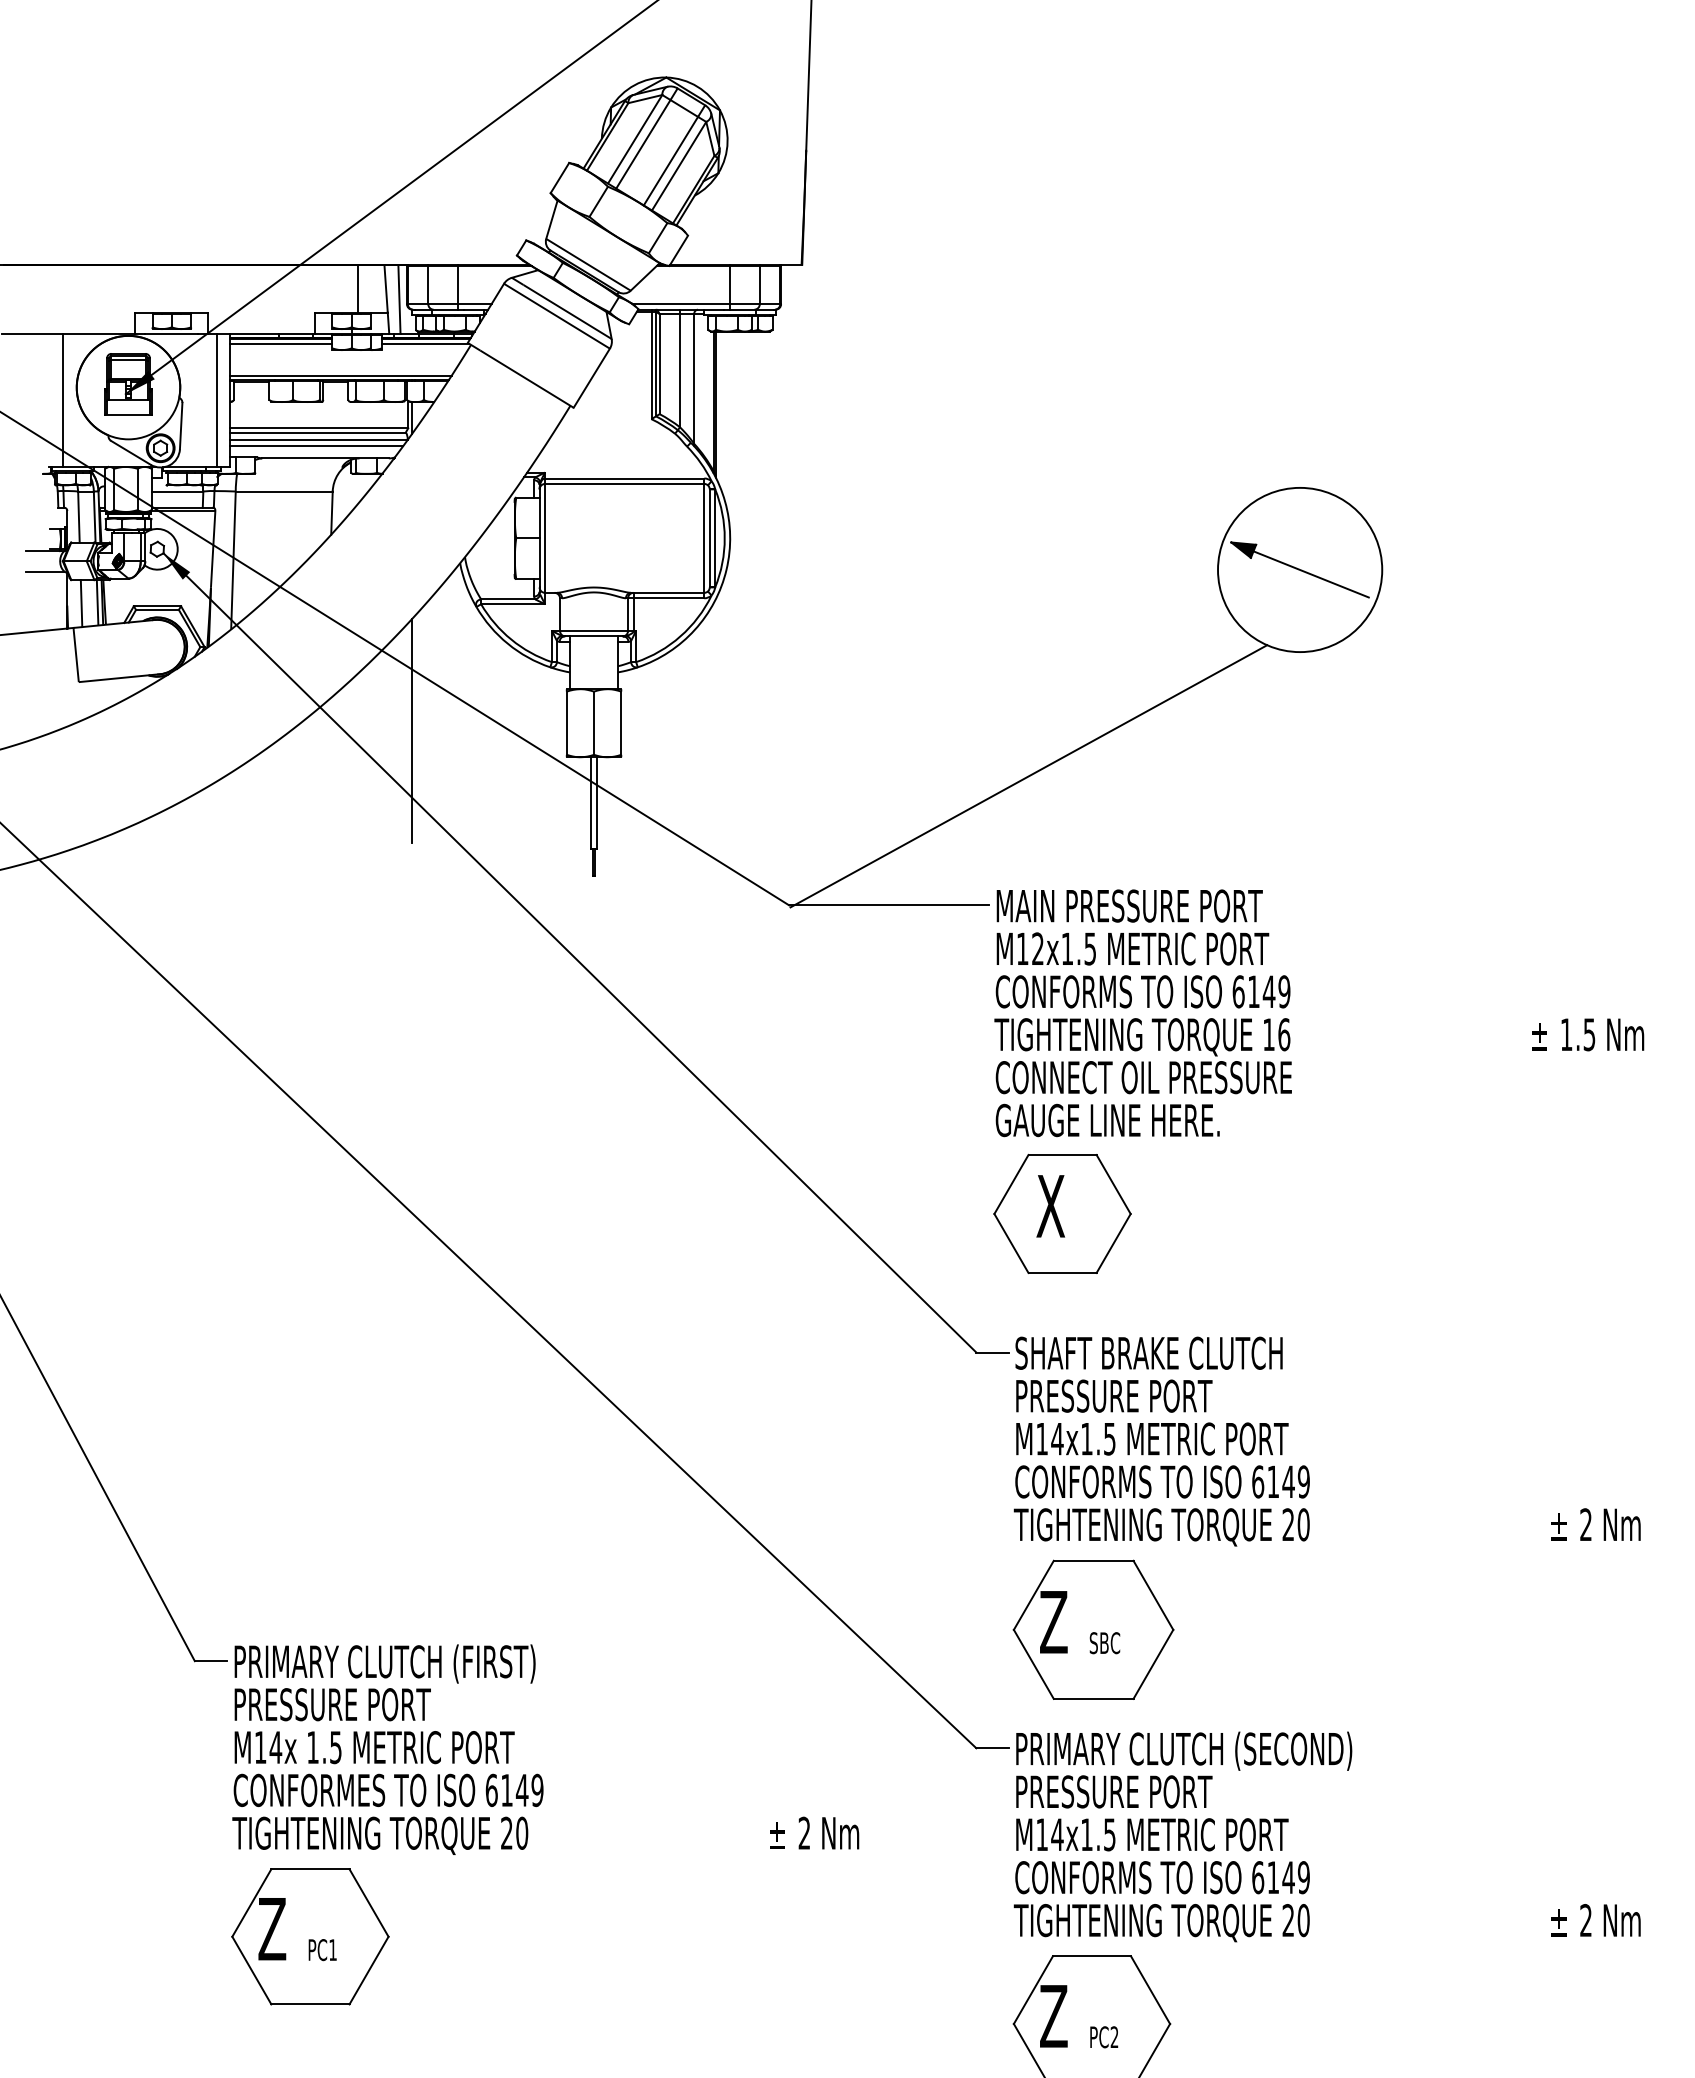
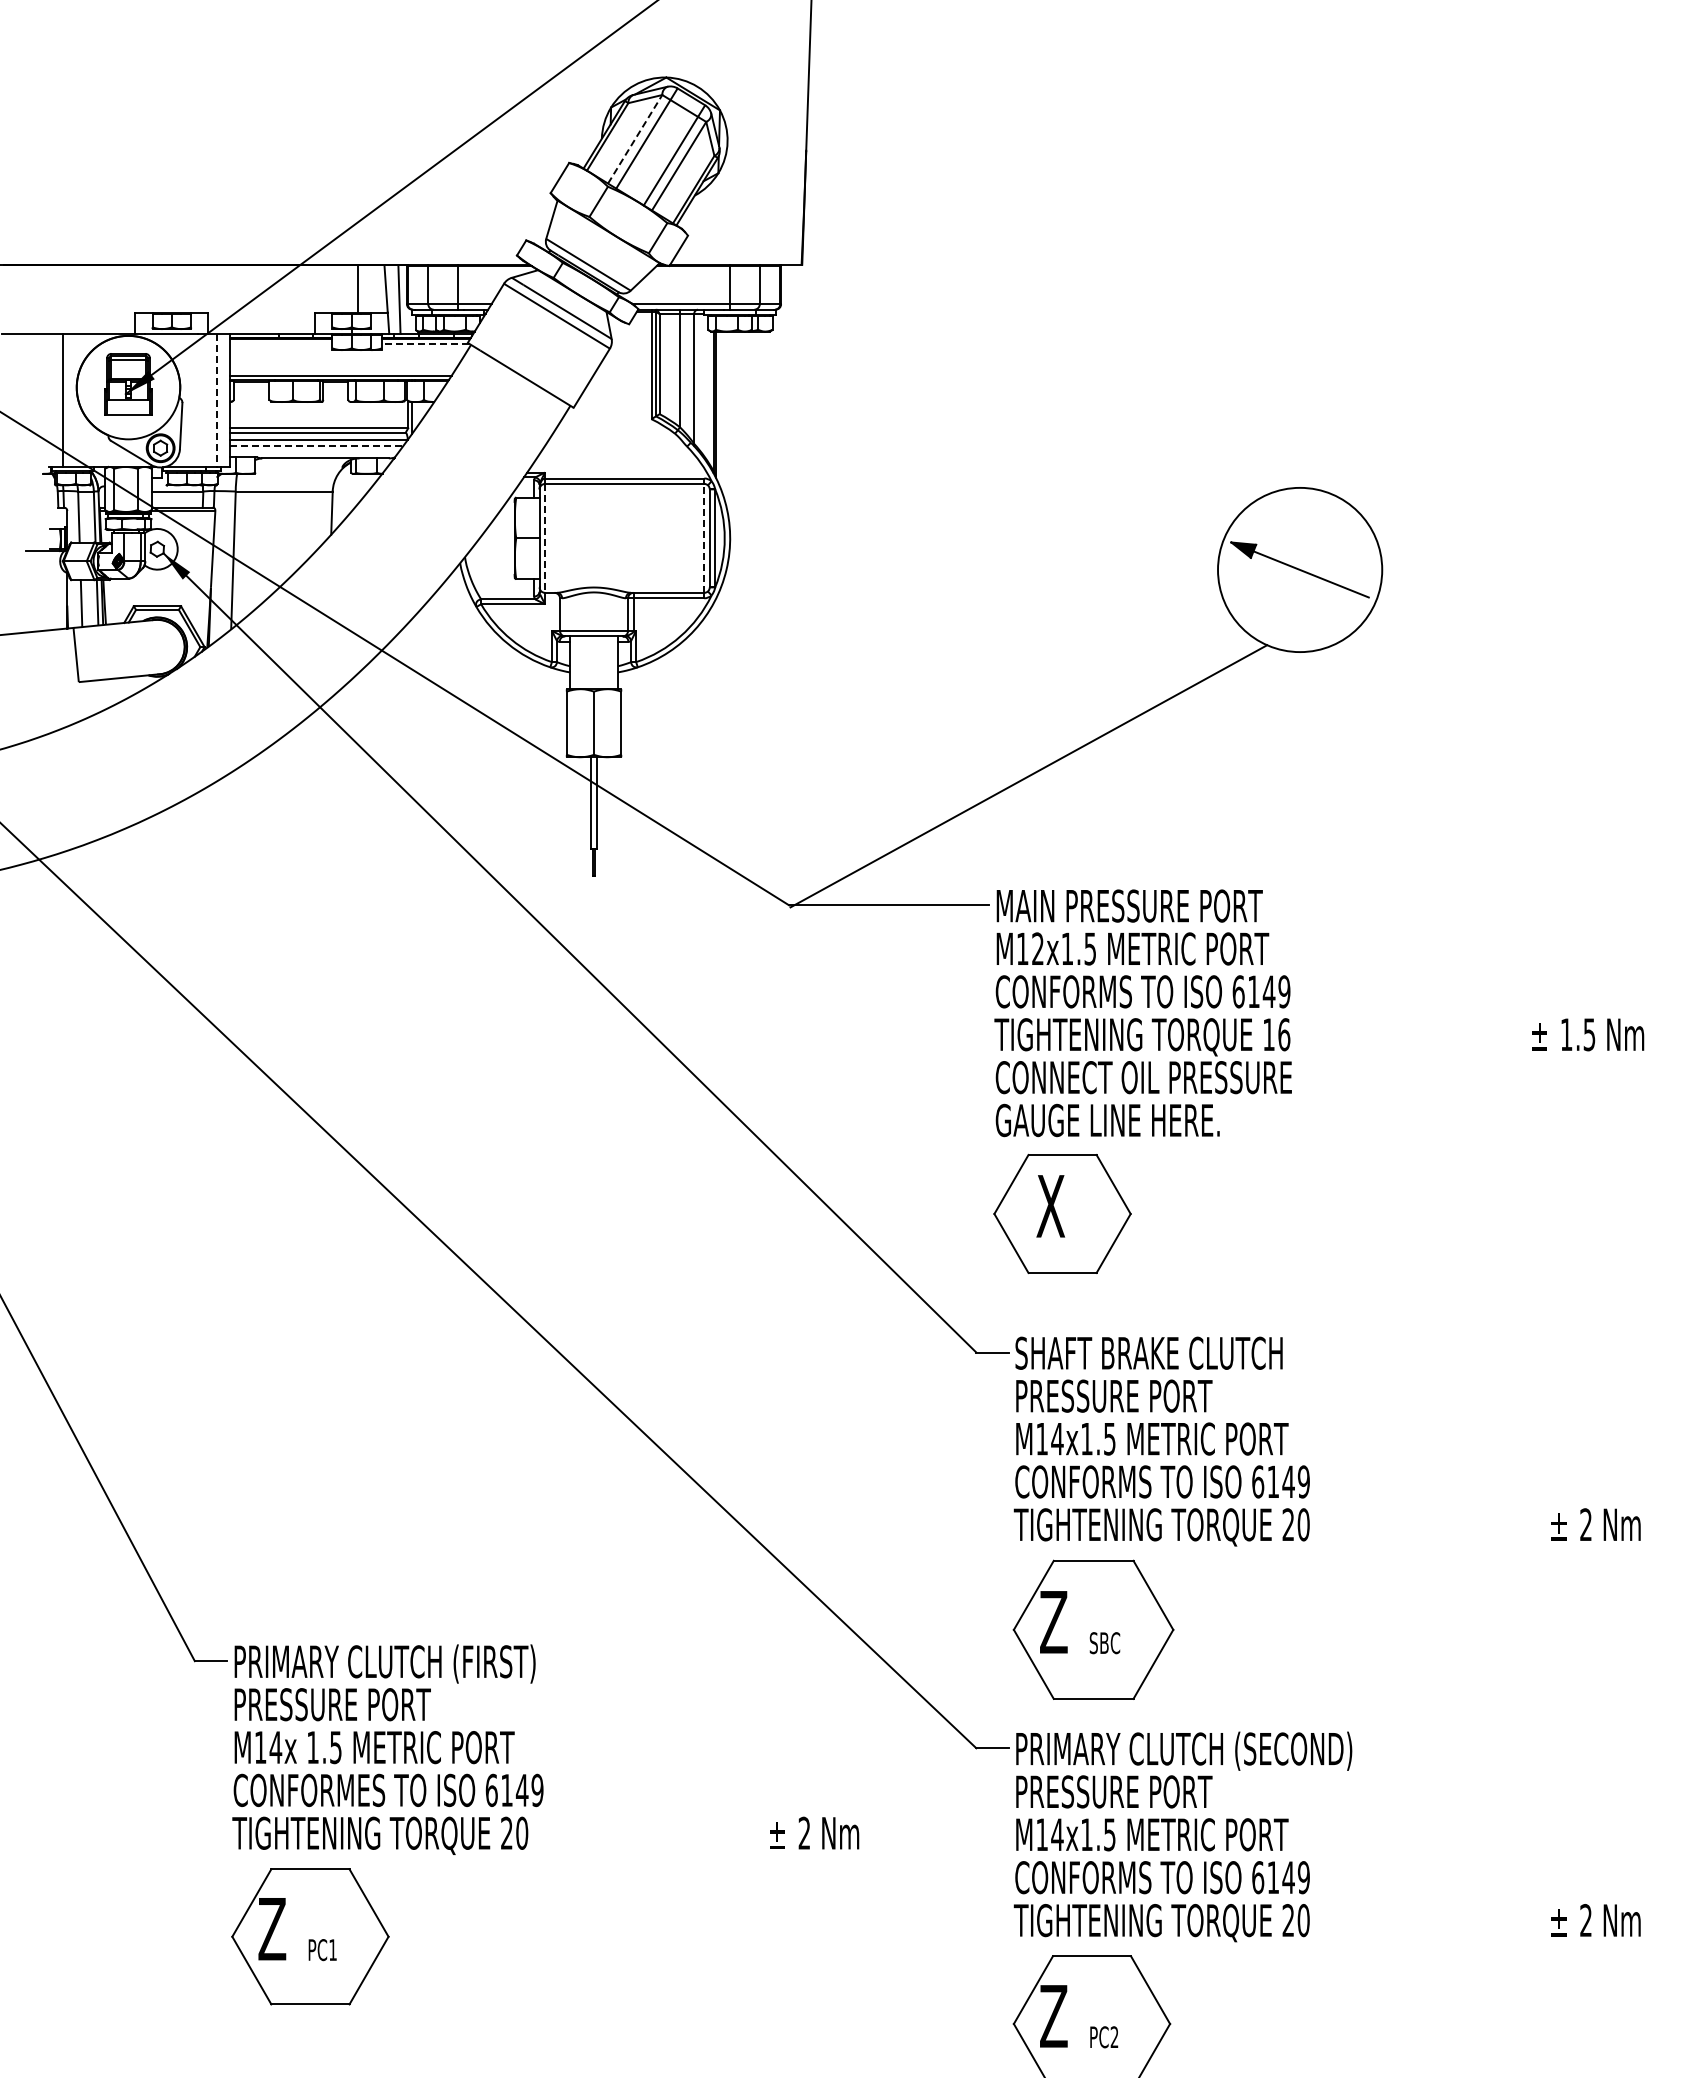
line at (635, 139): solid -> dashed
line at (281, 343): present -> none
line at (425, 343): solid -> dashed
line at (216, 401): solid -> dashed
line at (317, 445): solid -> dashed
line at (704, 537): solid -> dashed
line at (545, 538): solid -> dashed
line at (45, 571): present -> none
line at (412, 730): present -> none
